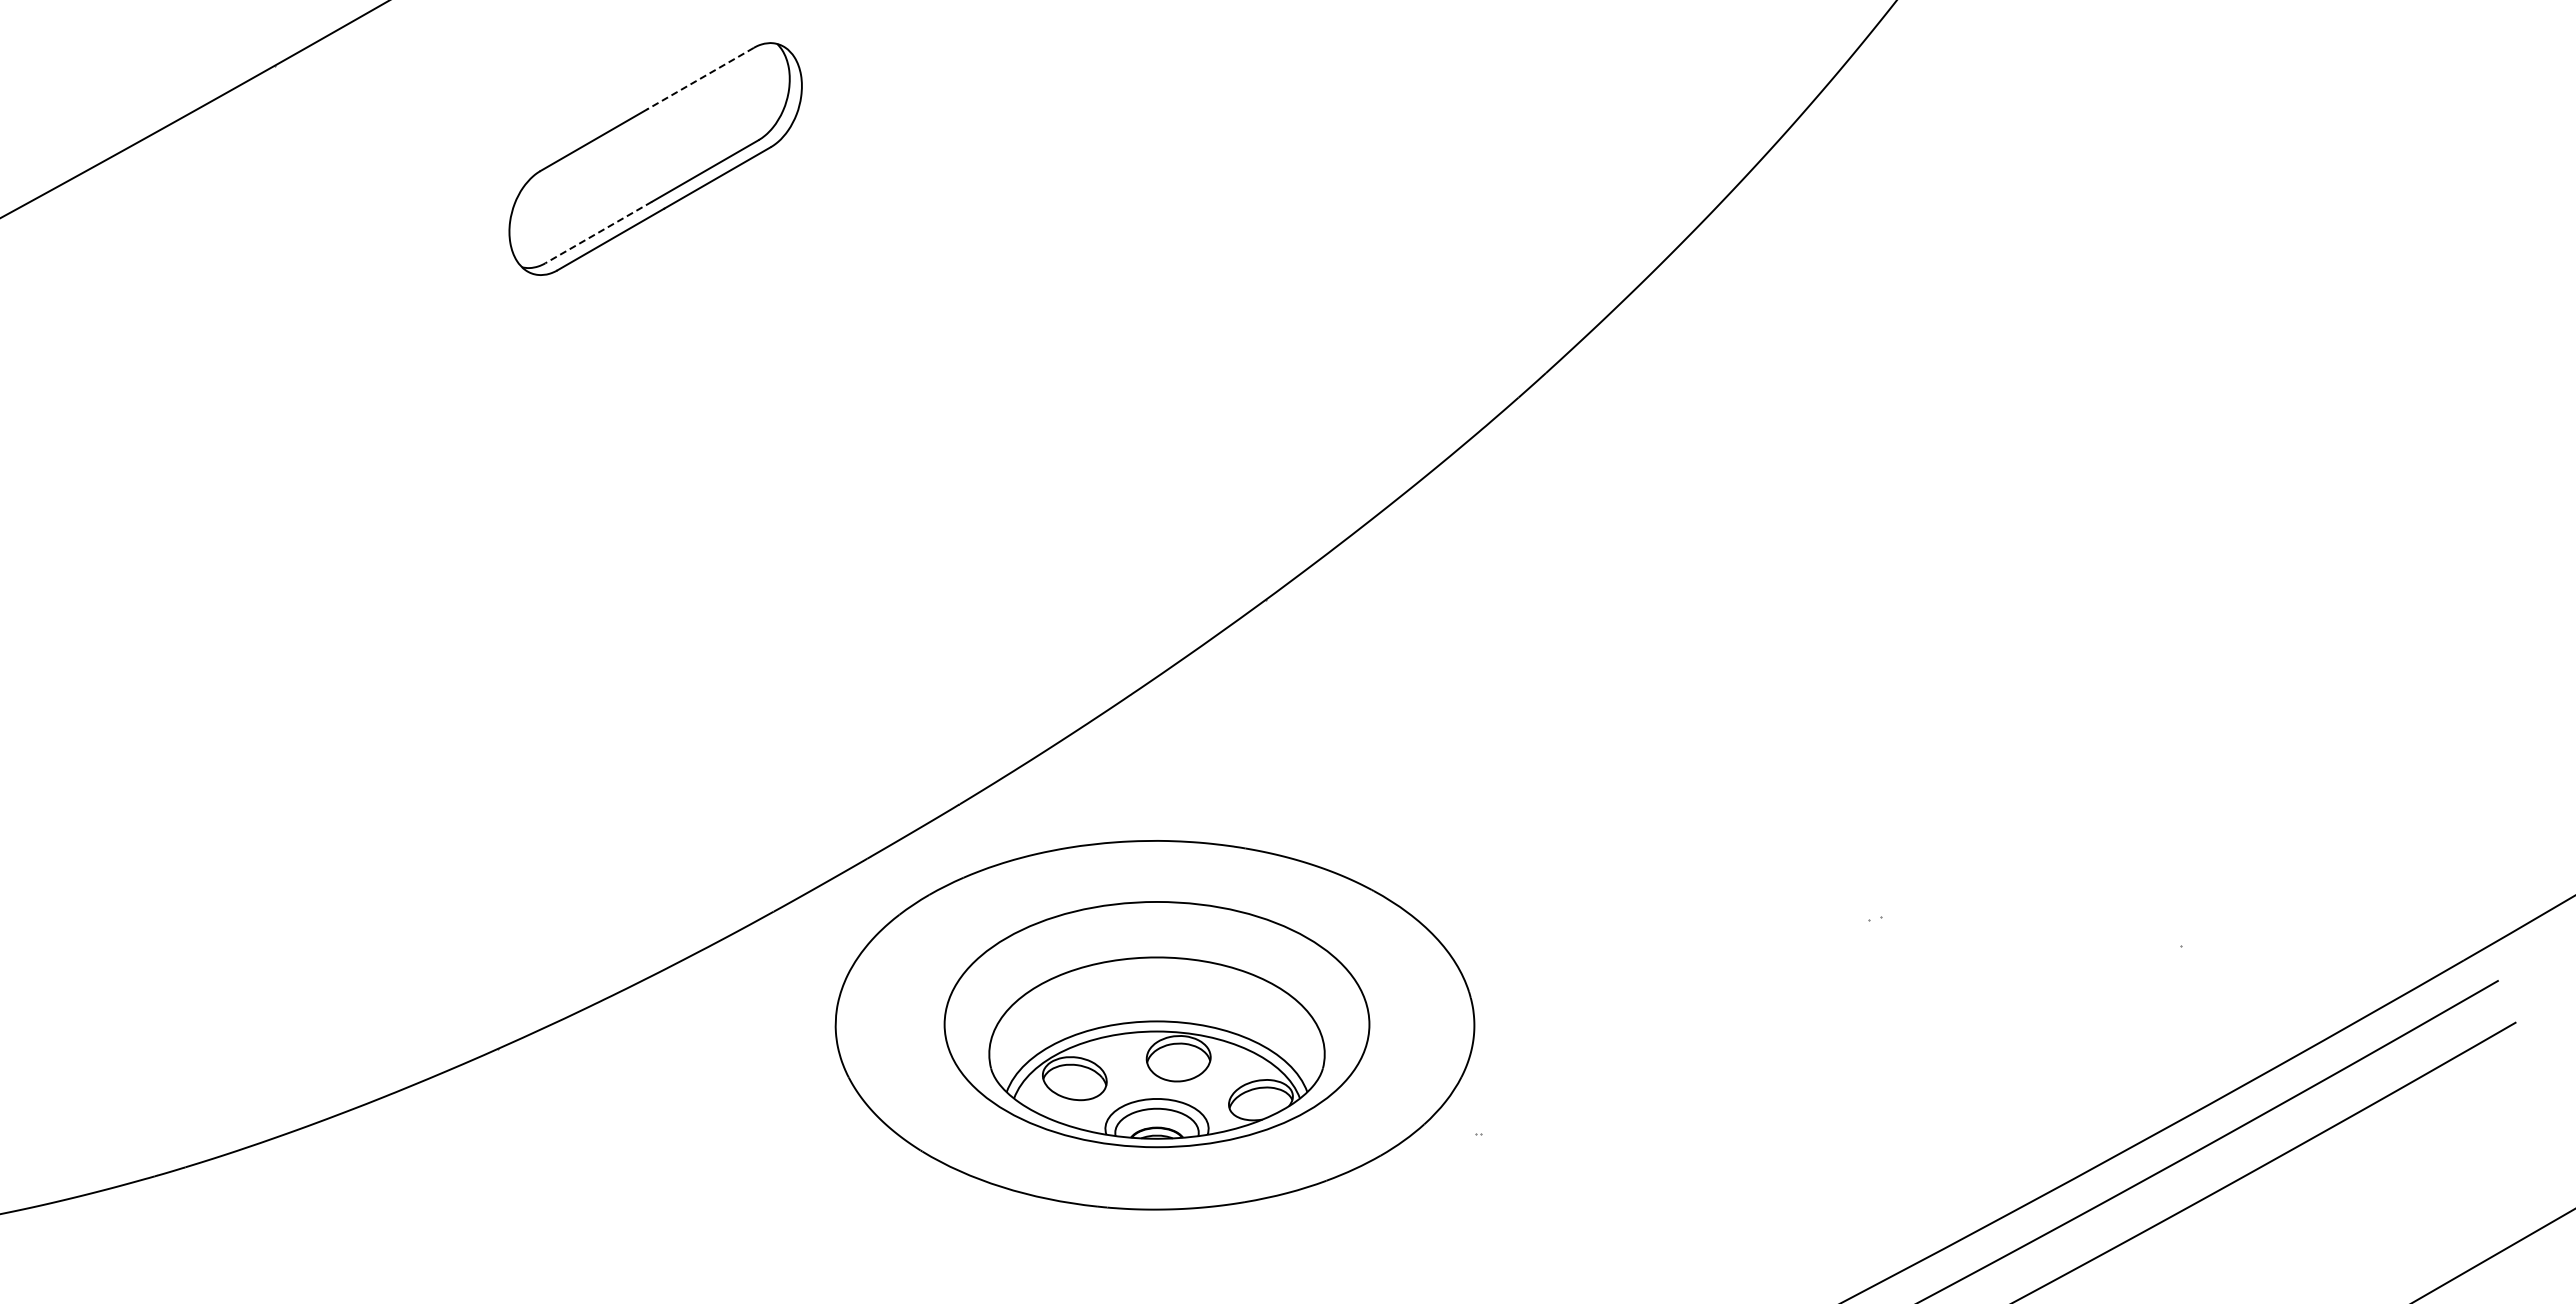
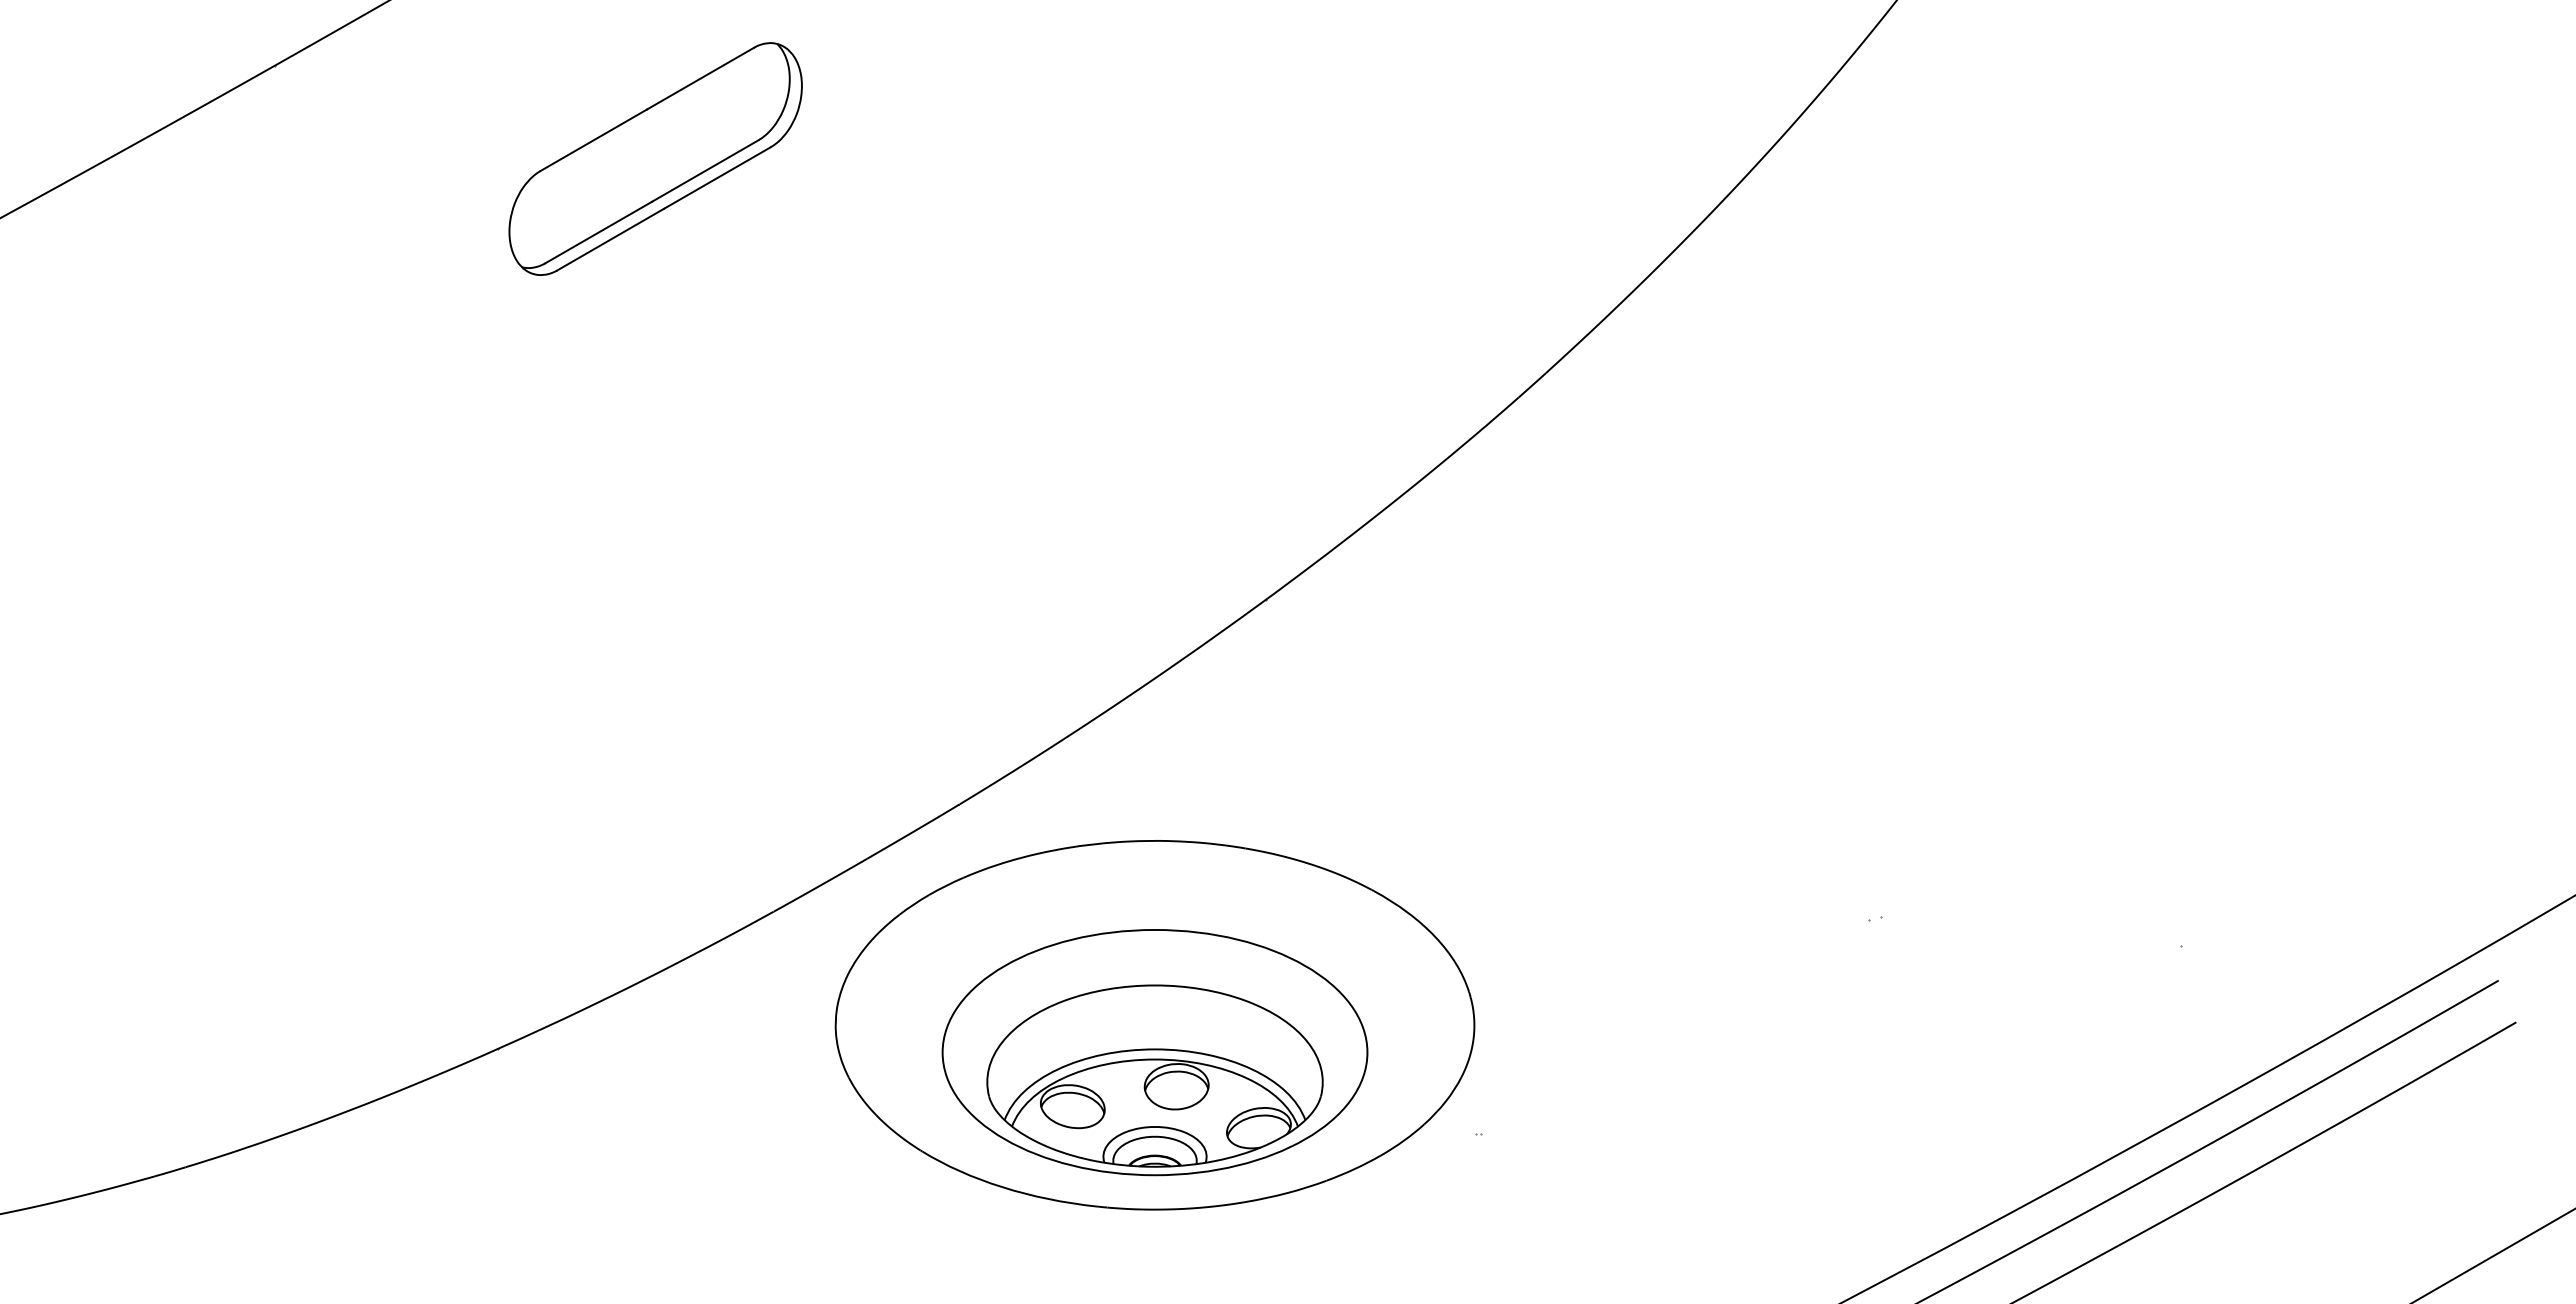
line at (700, 78): dashed -> solid
line at (598, 232): dashed -> solid
part at (1156, 1024) position: (1156, 1024) -> (1154, 1052)
